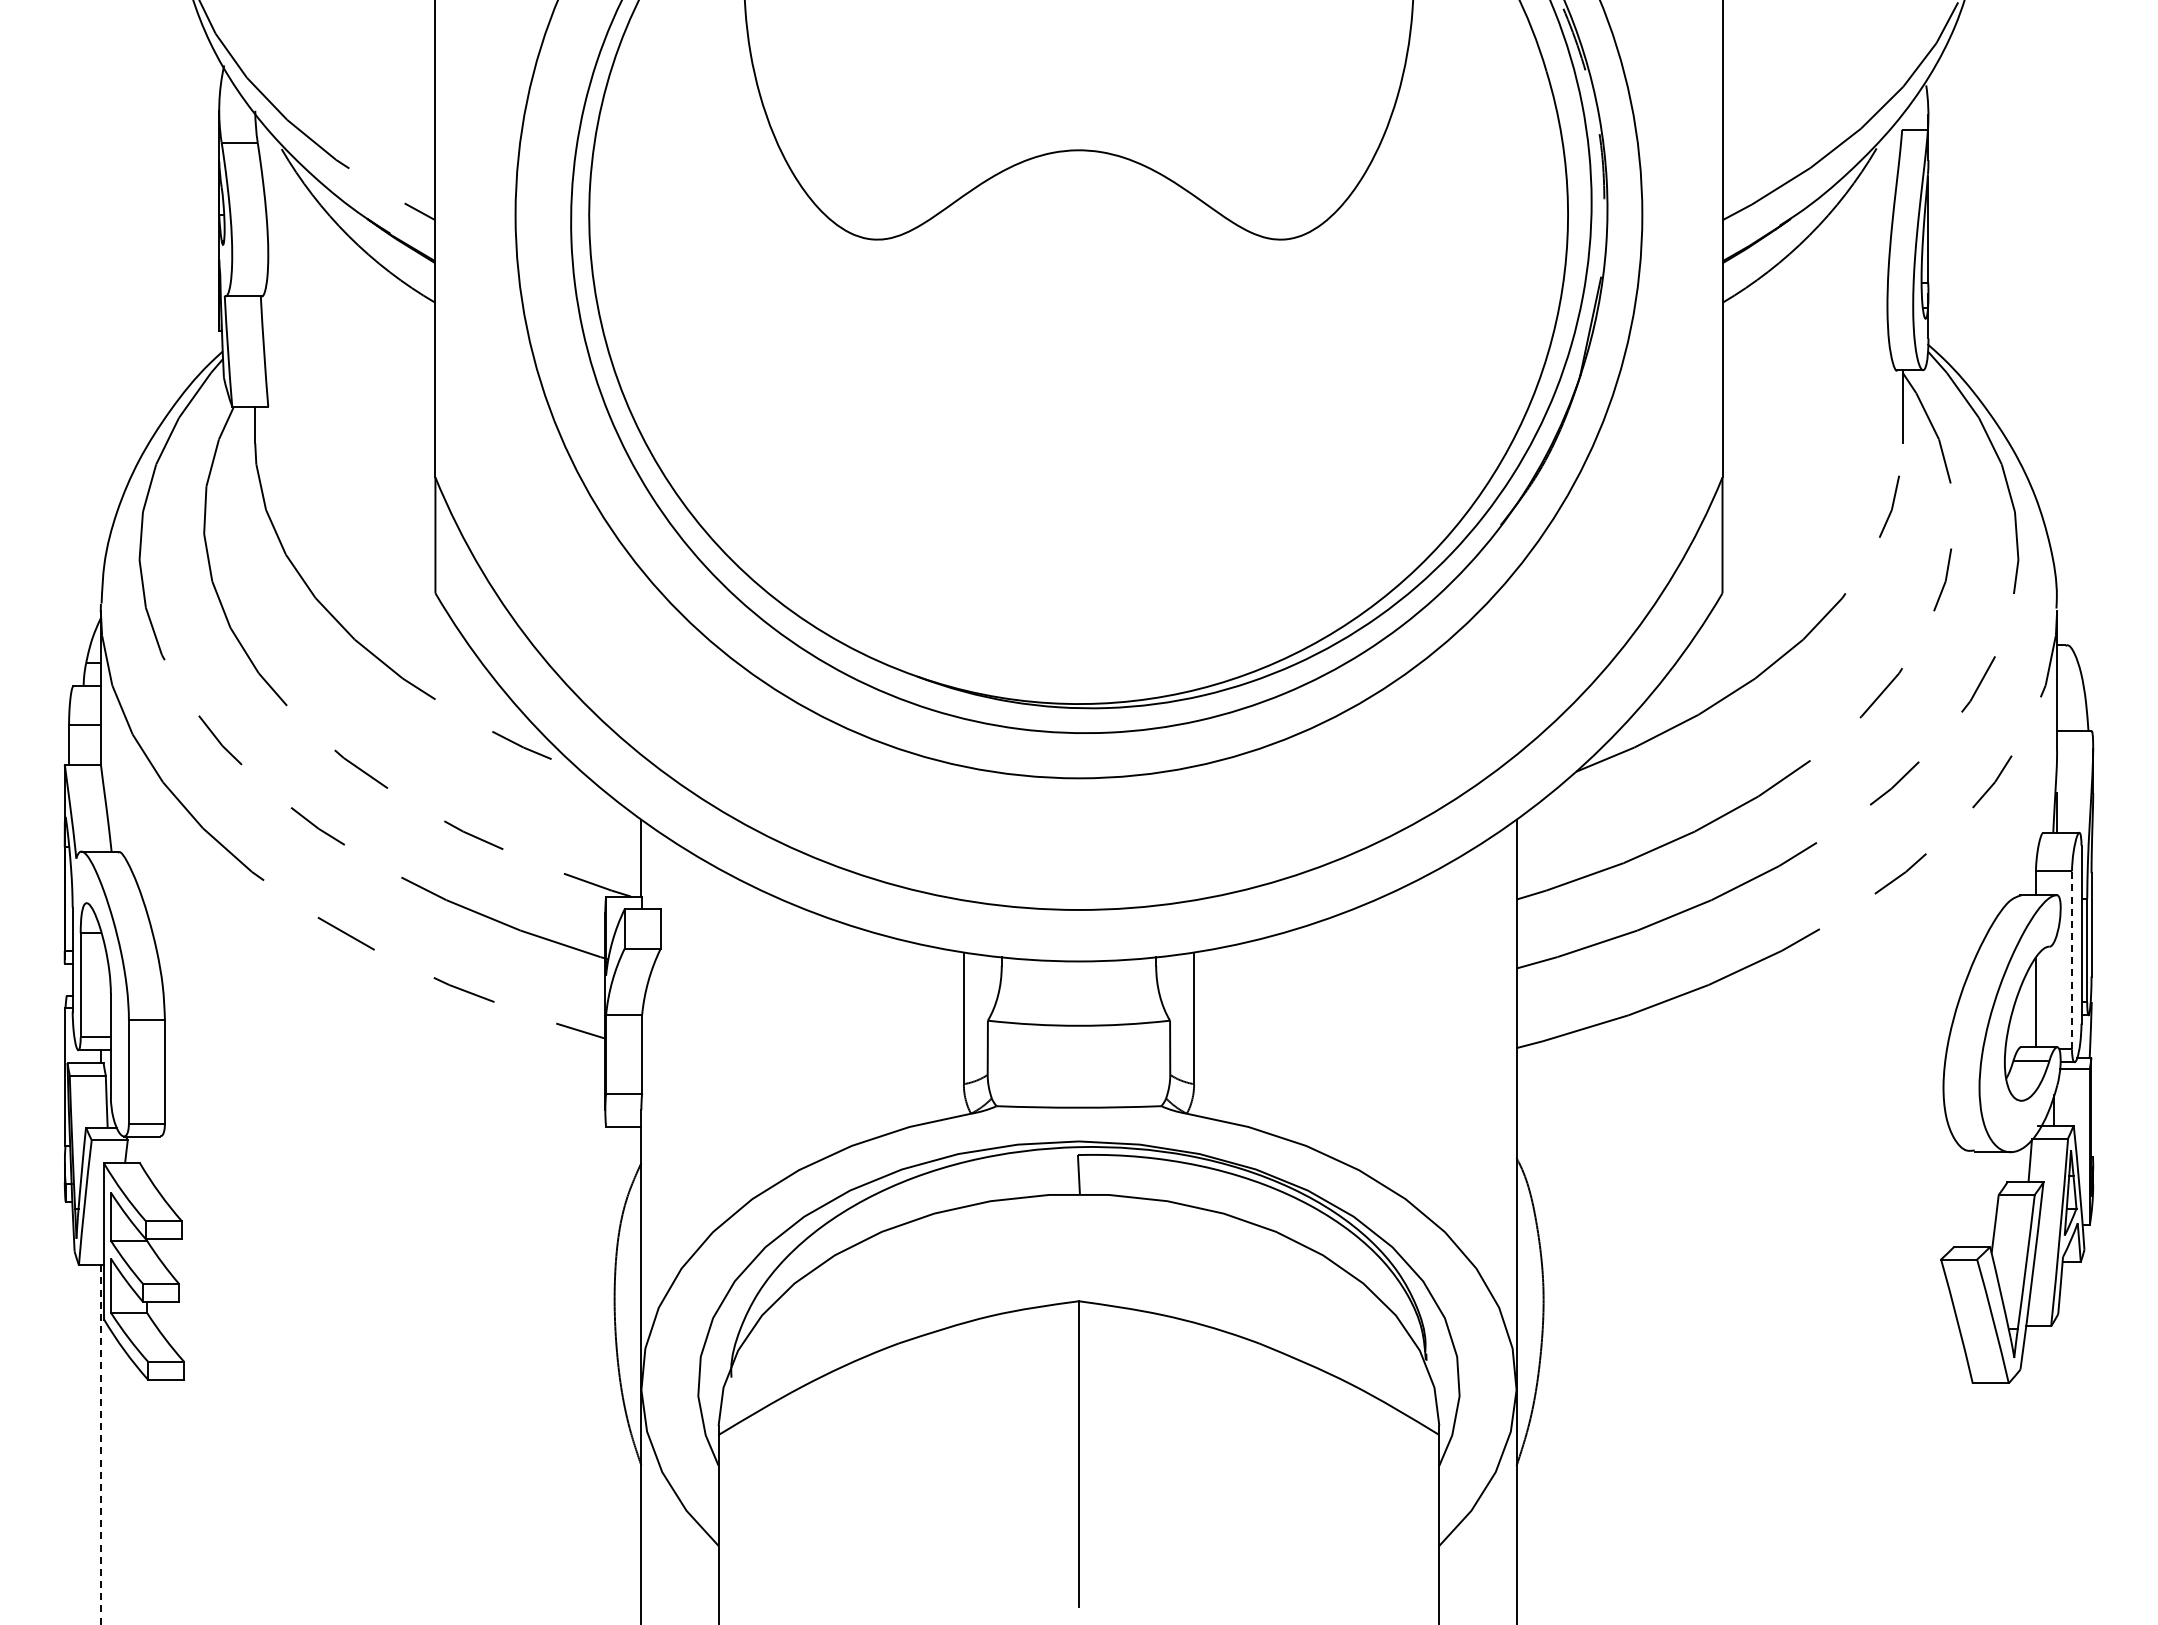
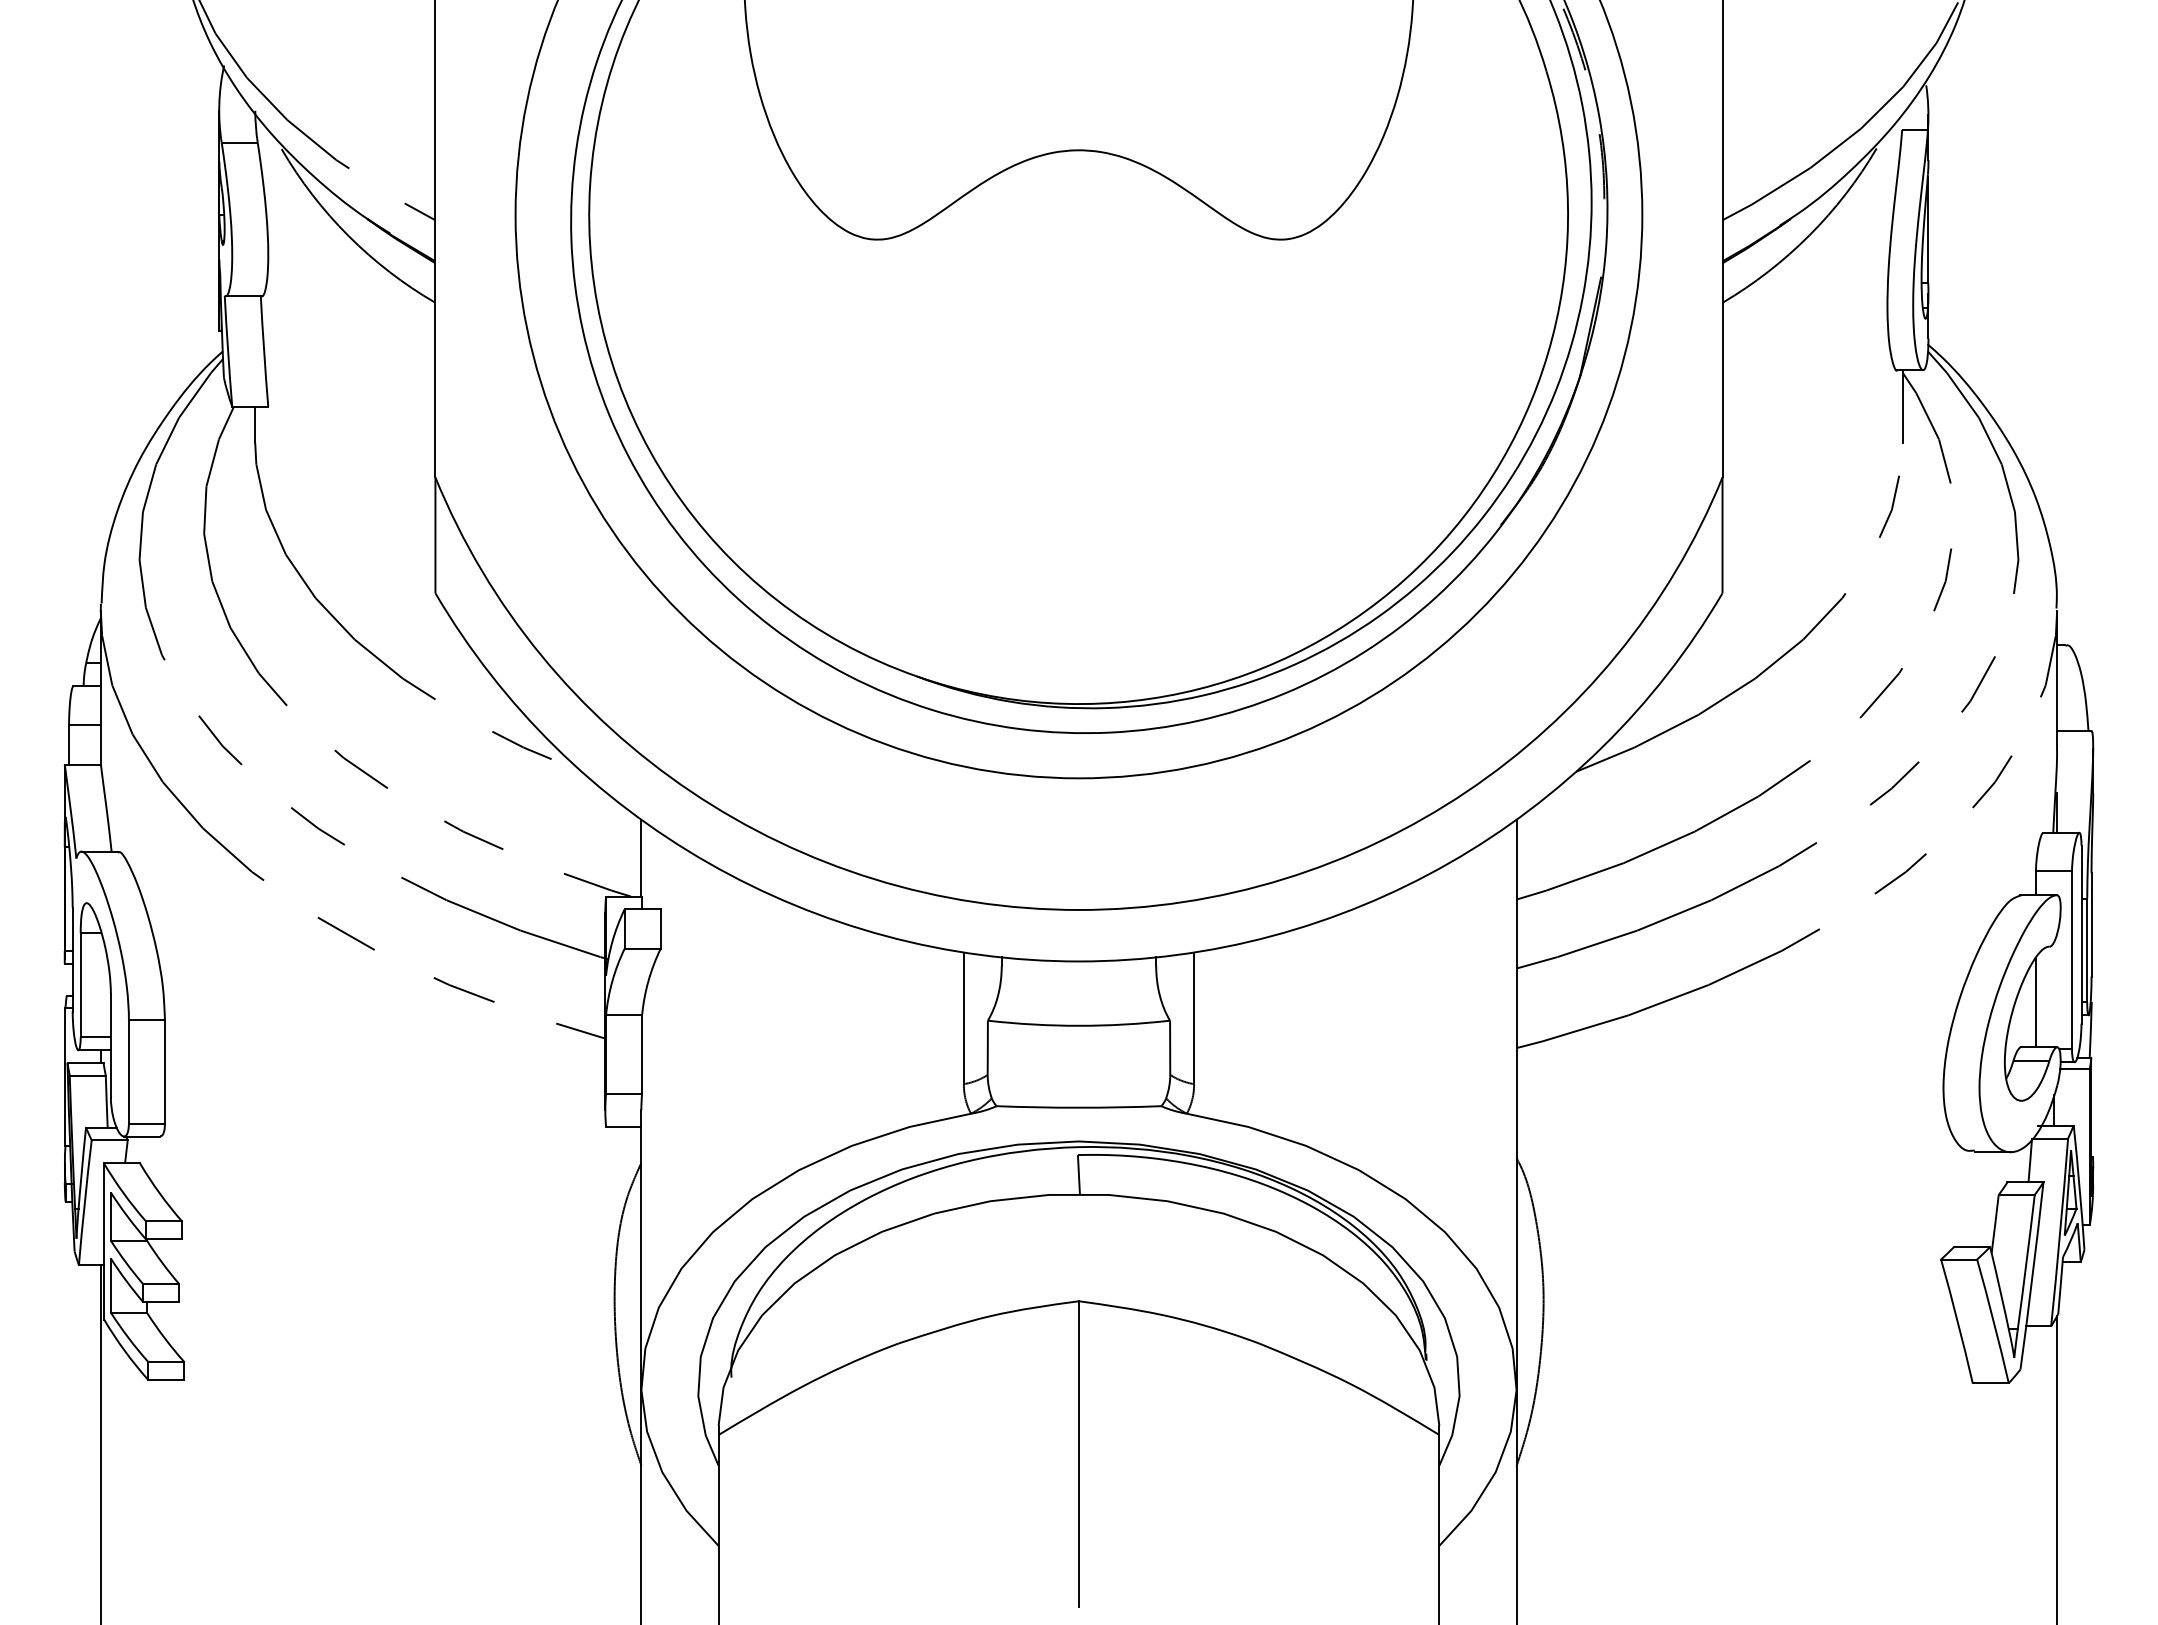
line at (2072, 960): dashed -> solid
line at (100, 1445): dashed -> solid
line at (2057, 1468): none -> present
